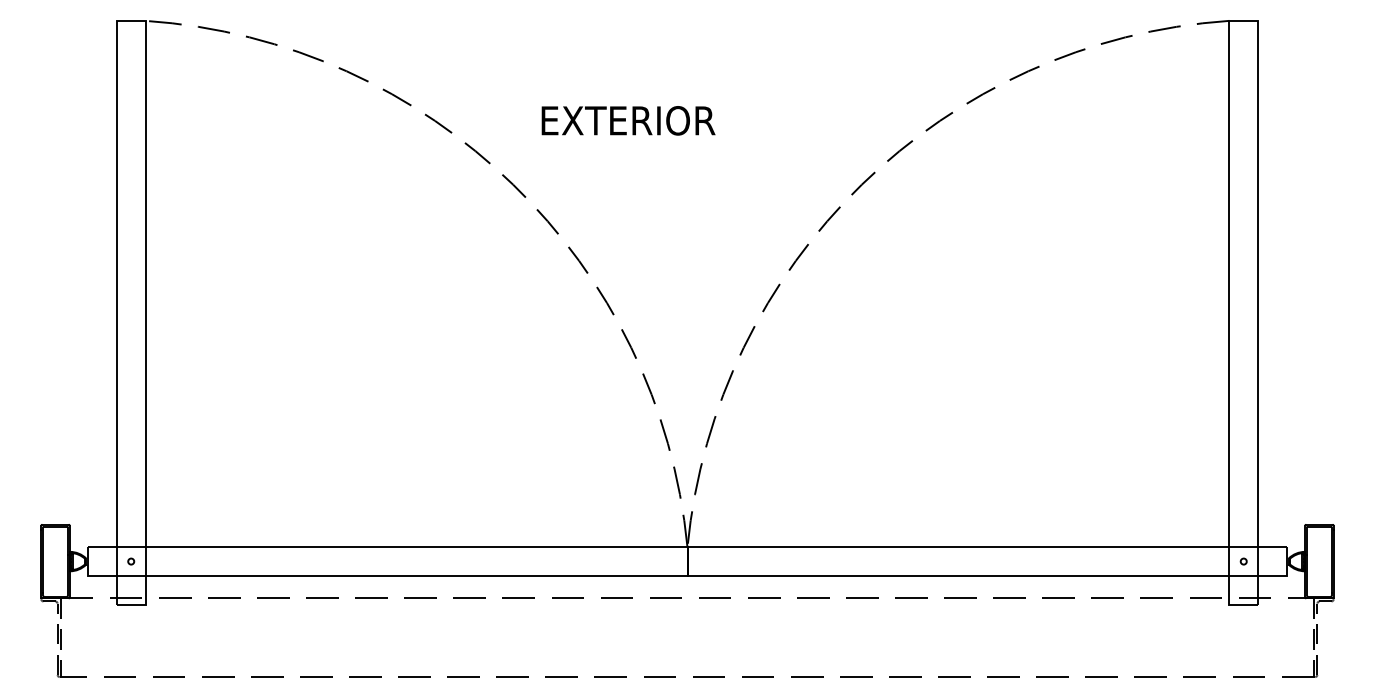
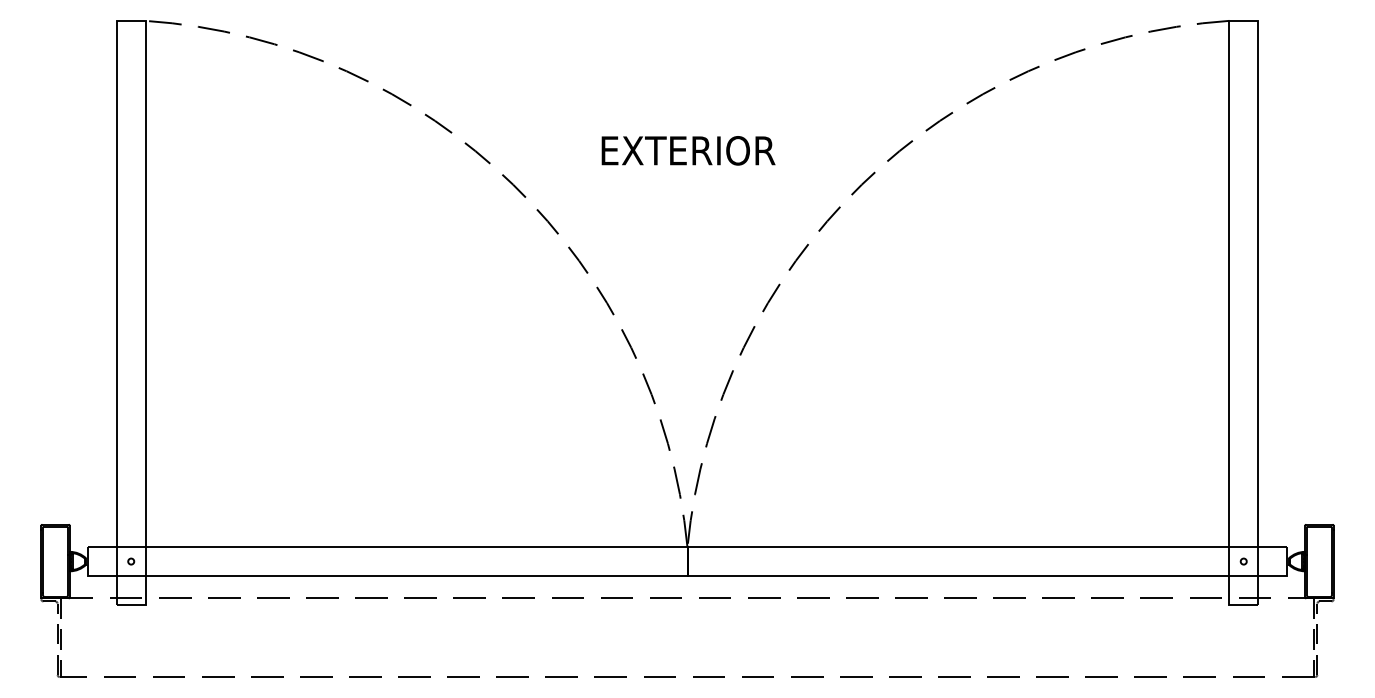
text at (628, 120) position: (628, 120) -> (688, 150)
